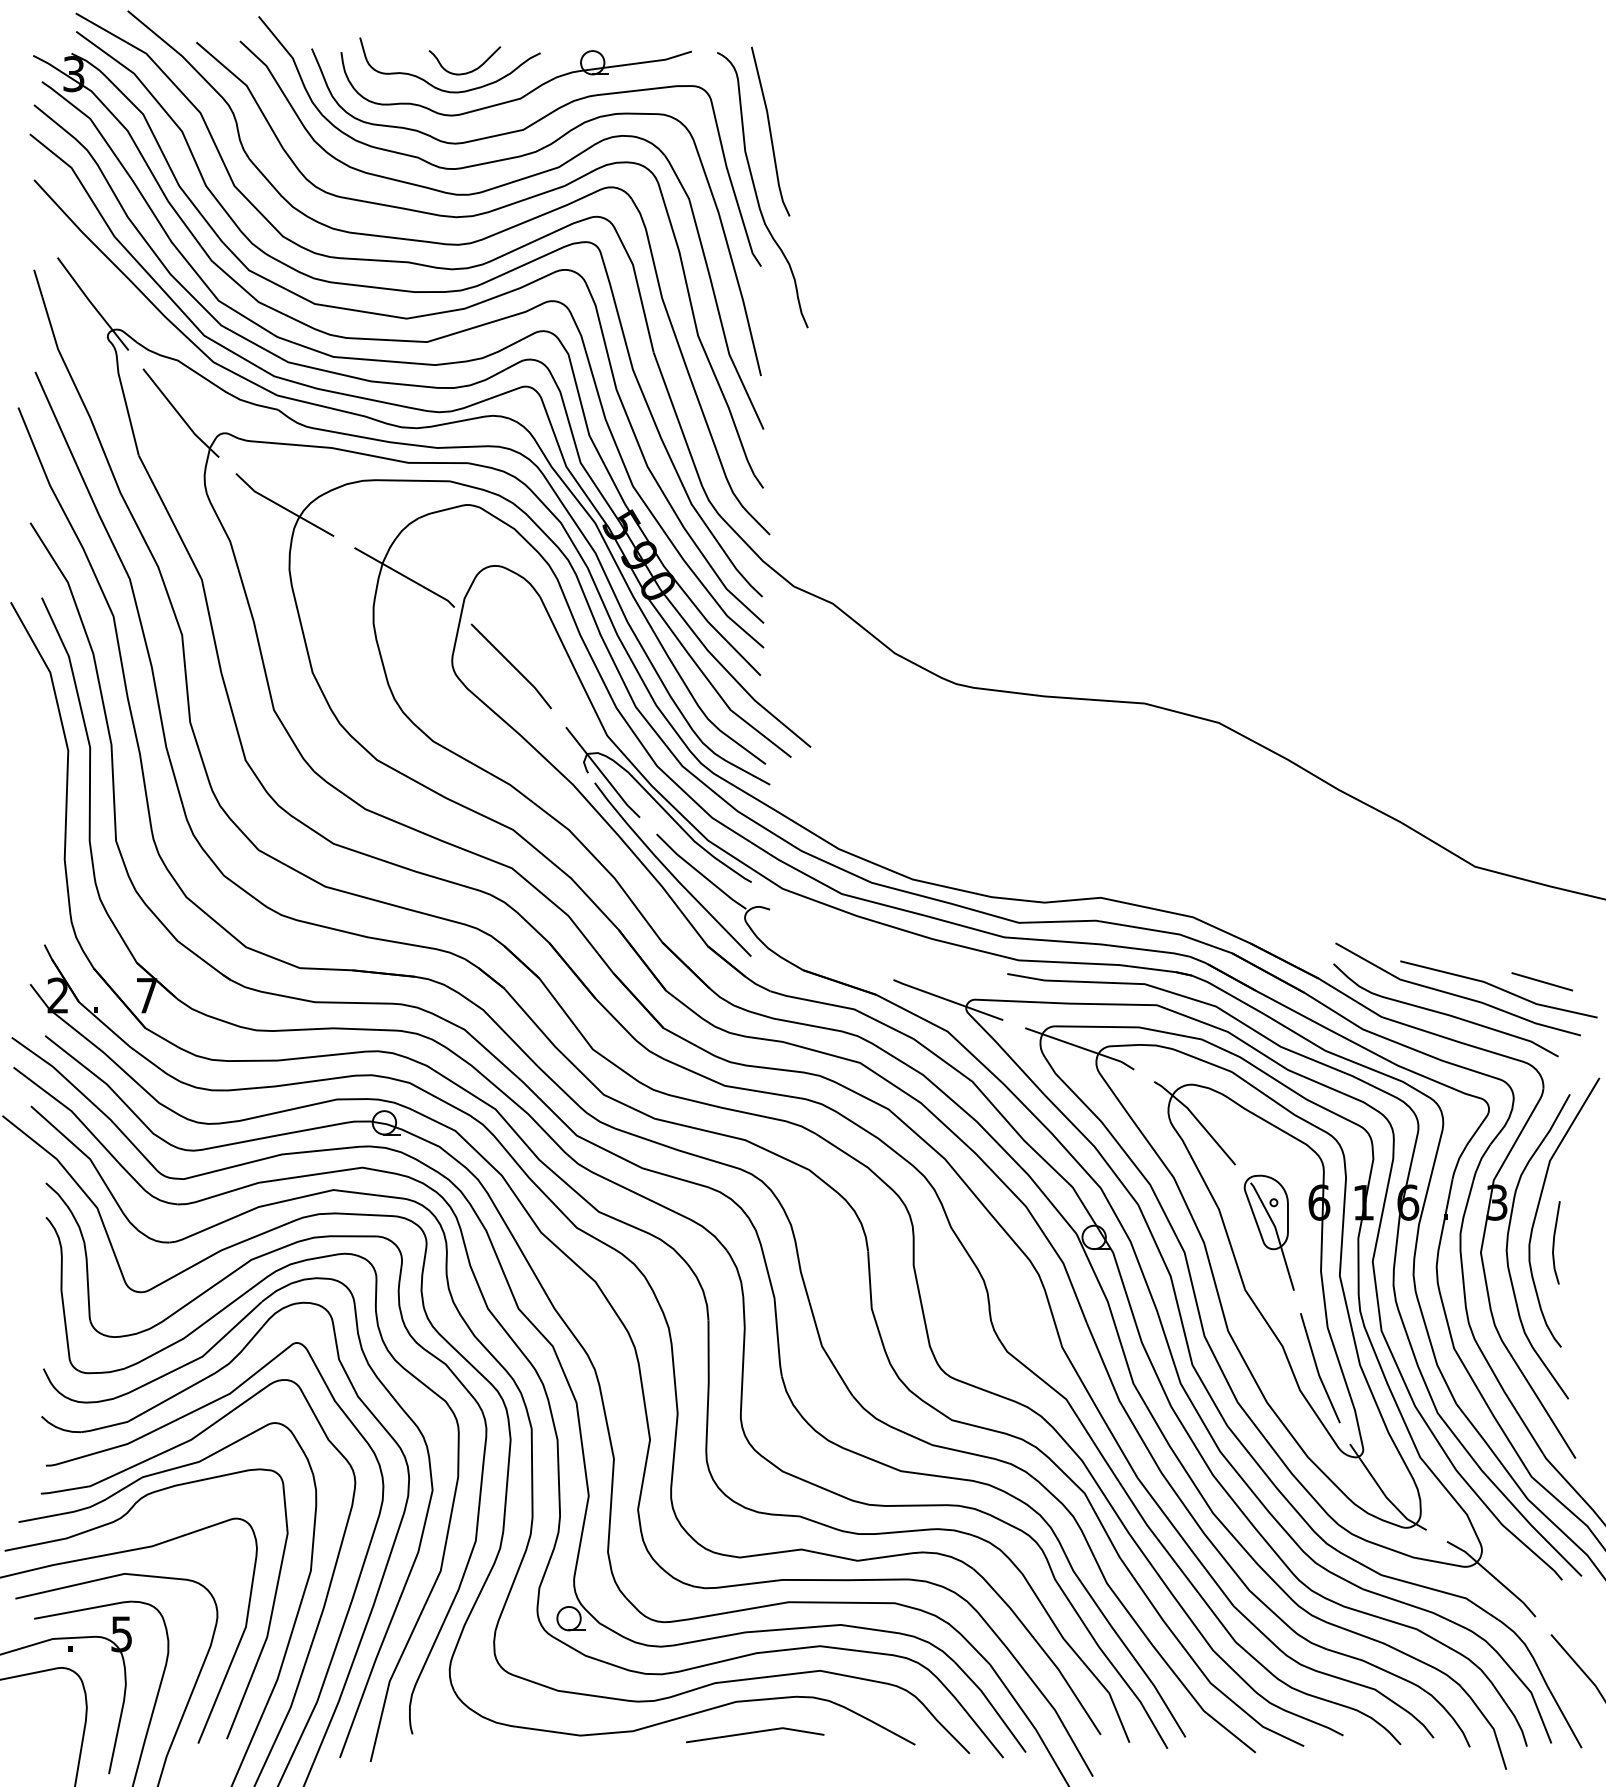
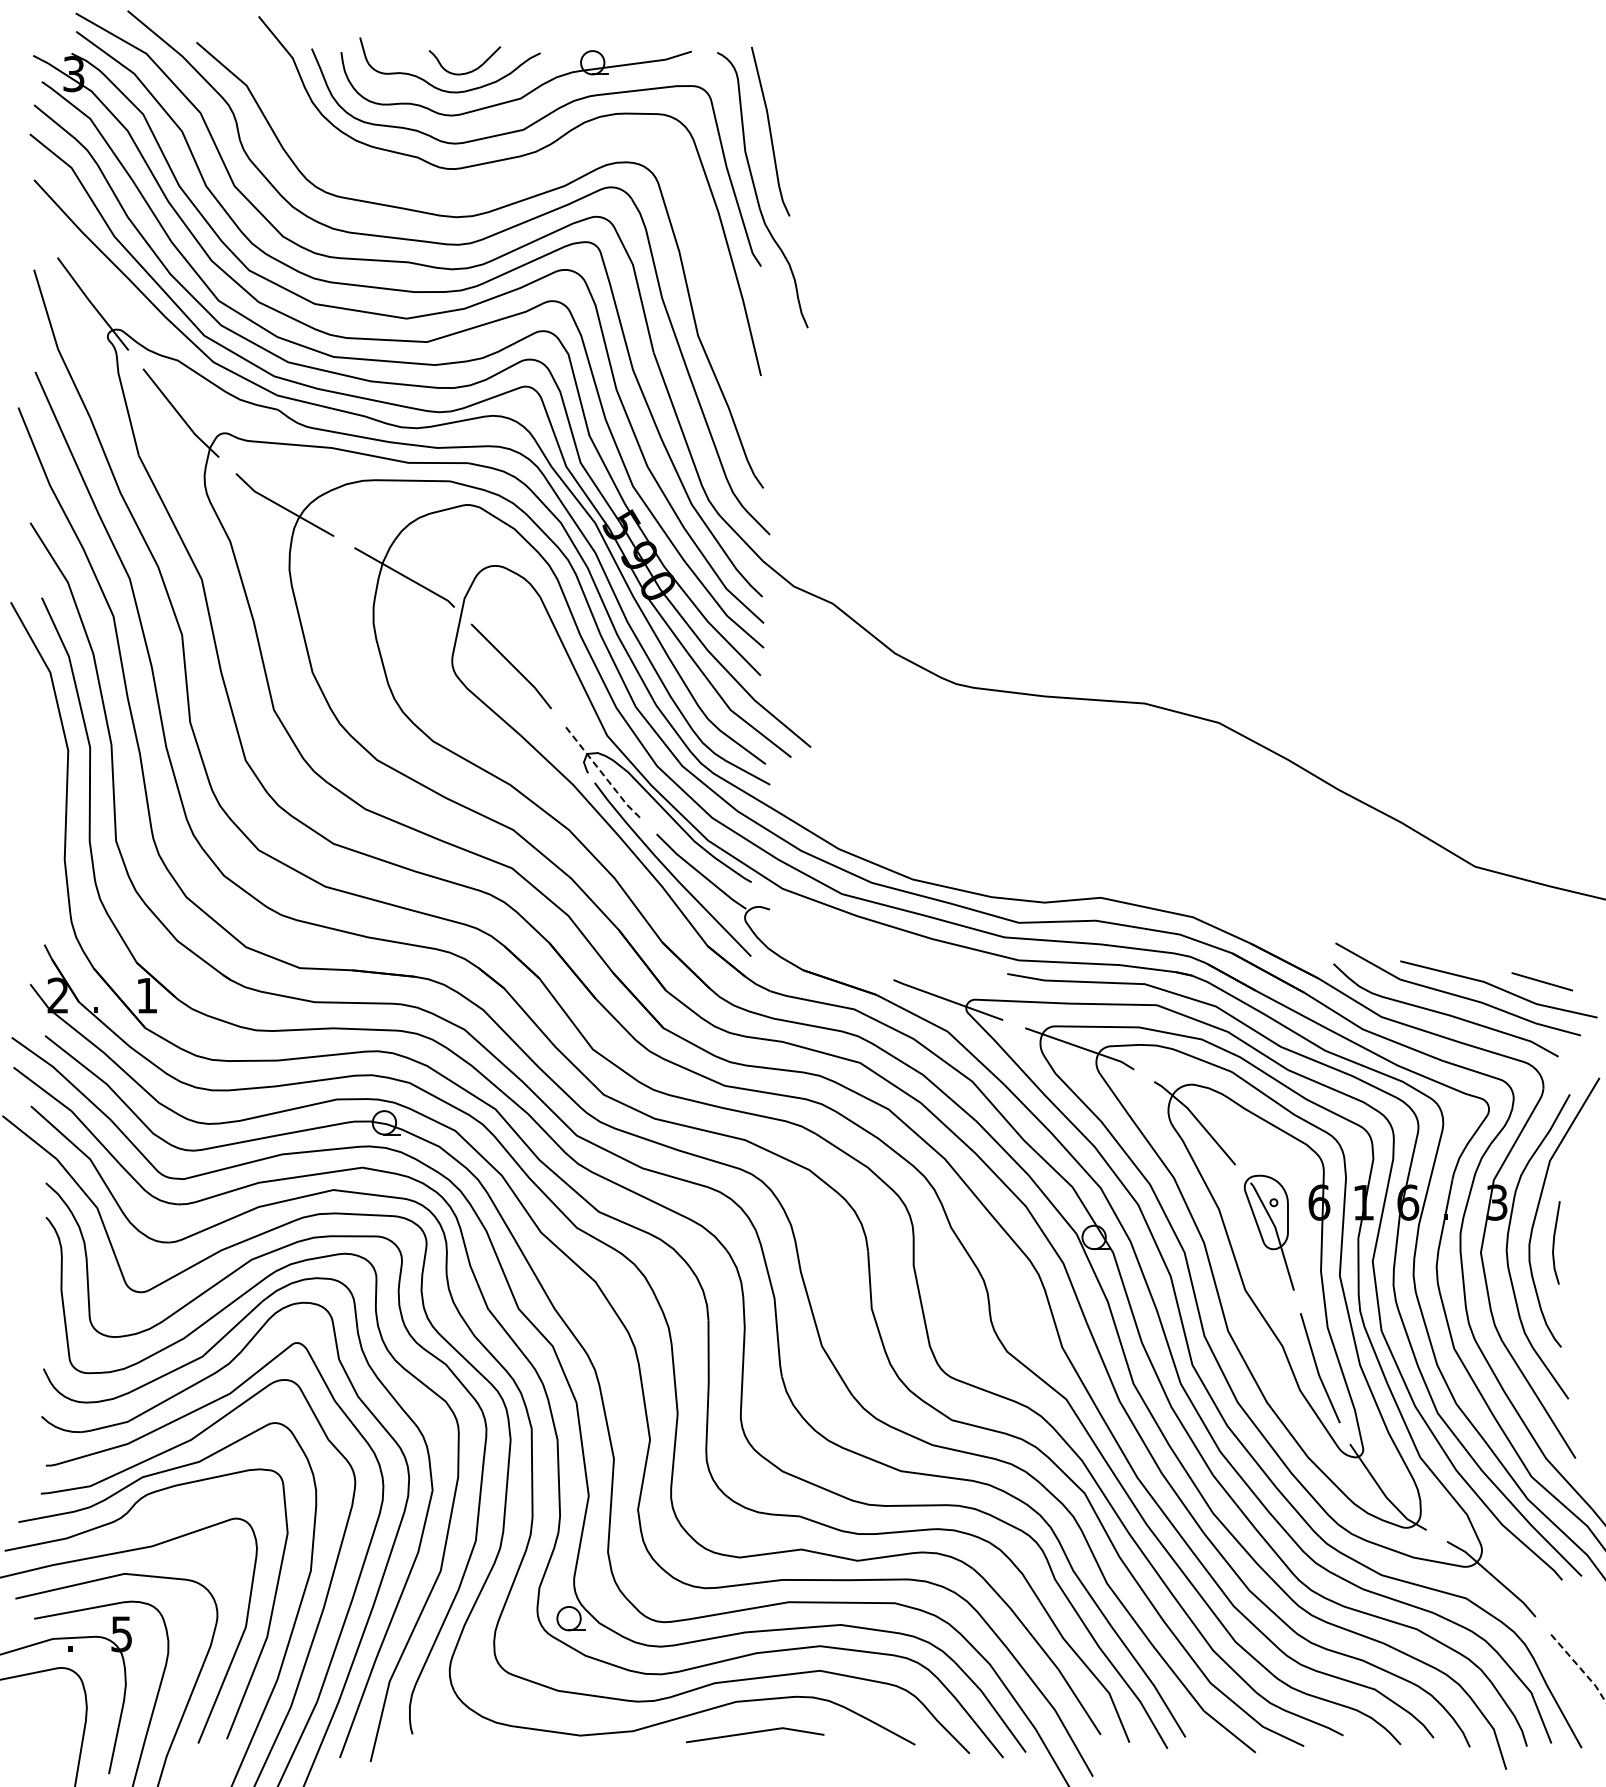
part at (487, 191): present -> none
line at (602, 773): solid -> dashed
text at (147, 995): 7 -> 1
line at (1579, 1667): solid -> dashed
